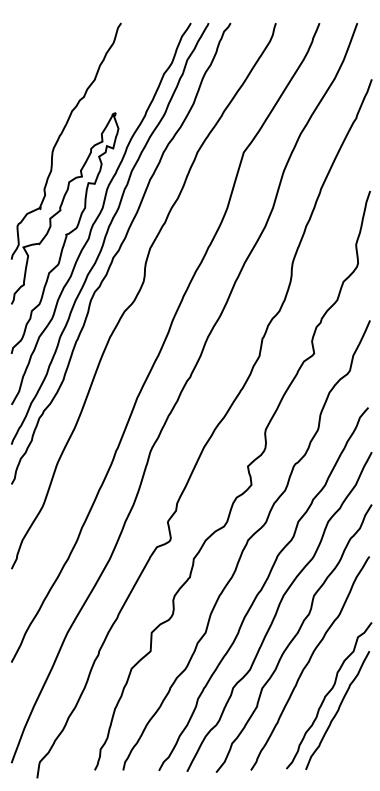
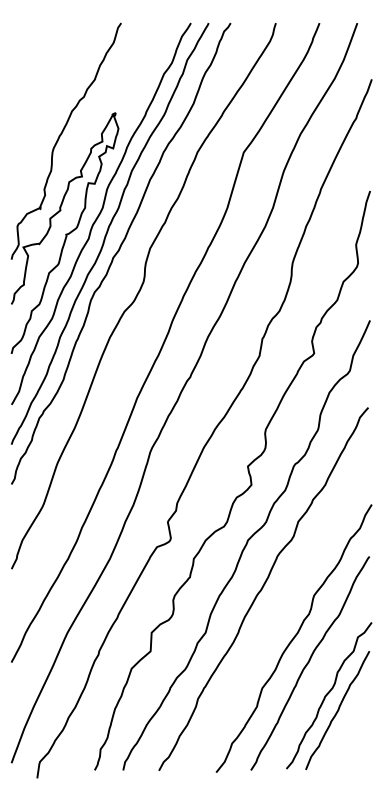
curve at (278, 610): present -> none
